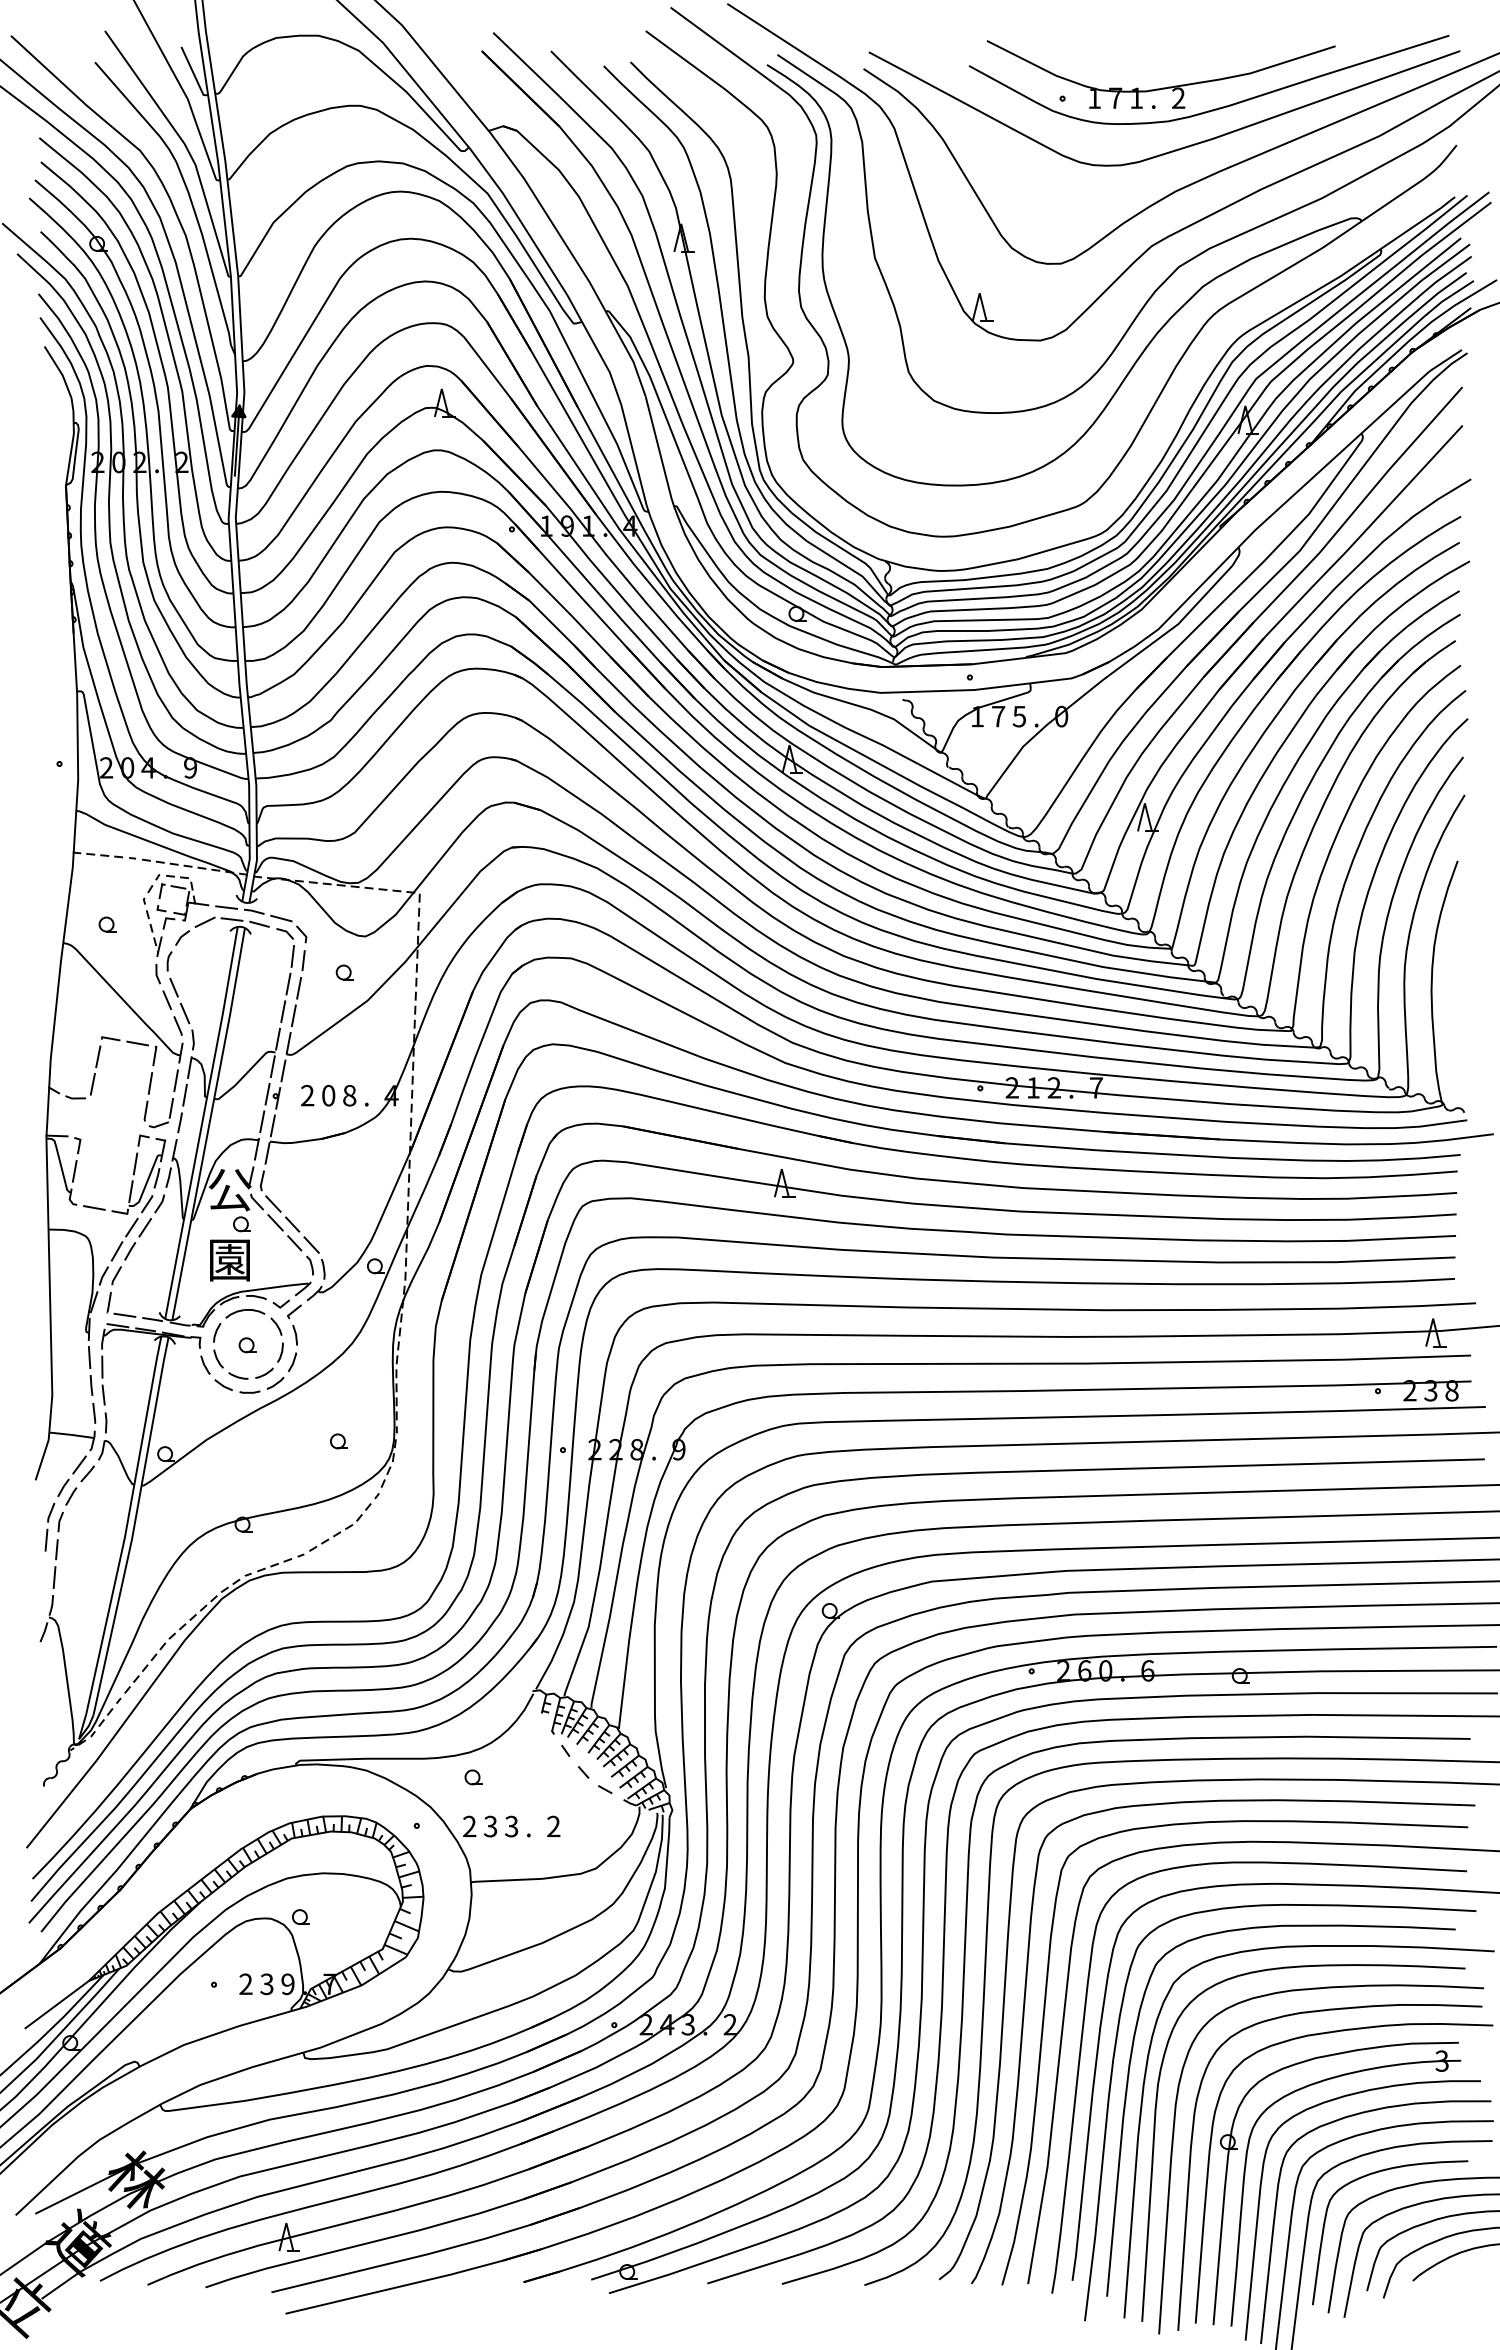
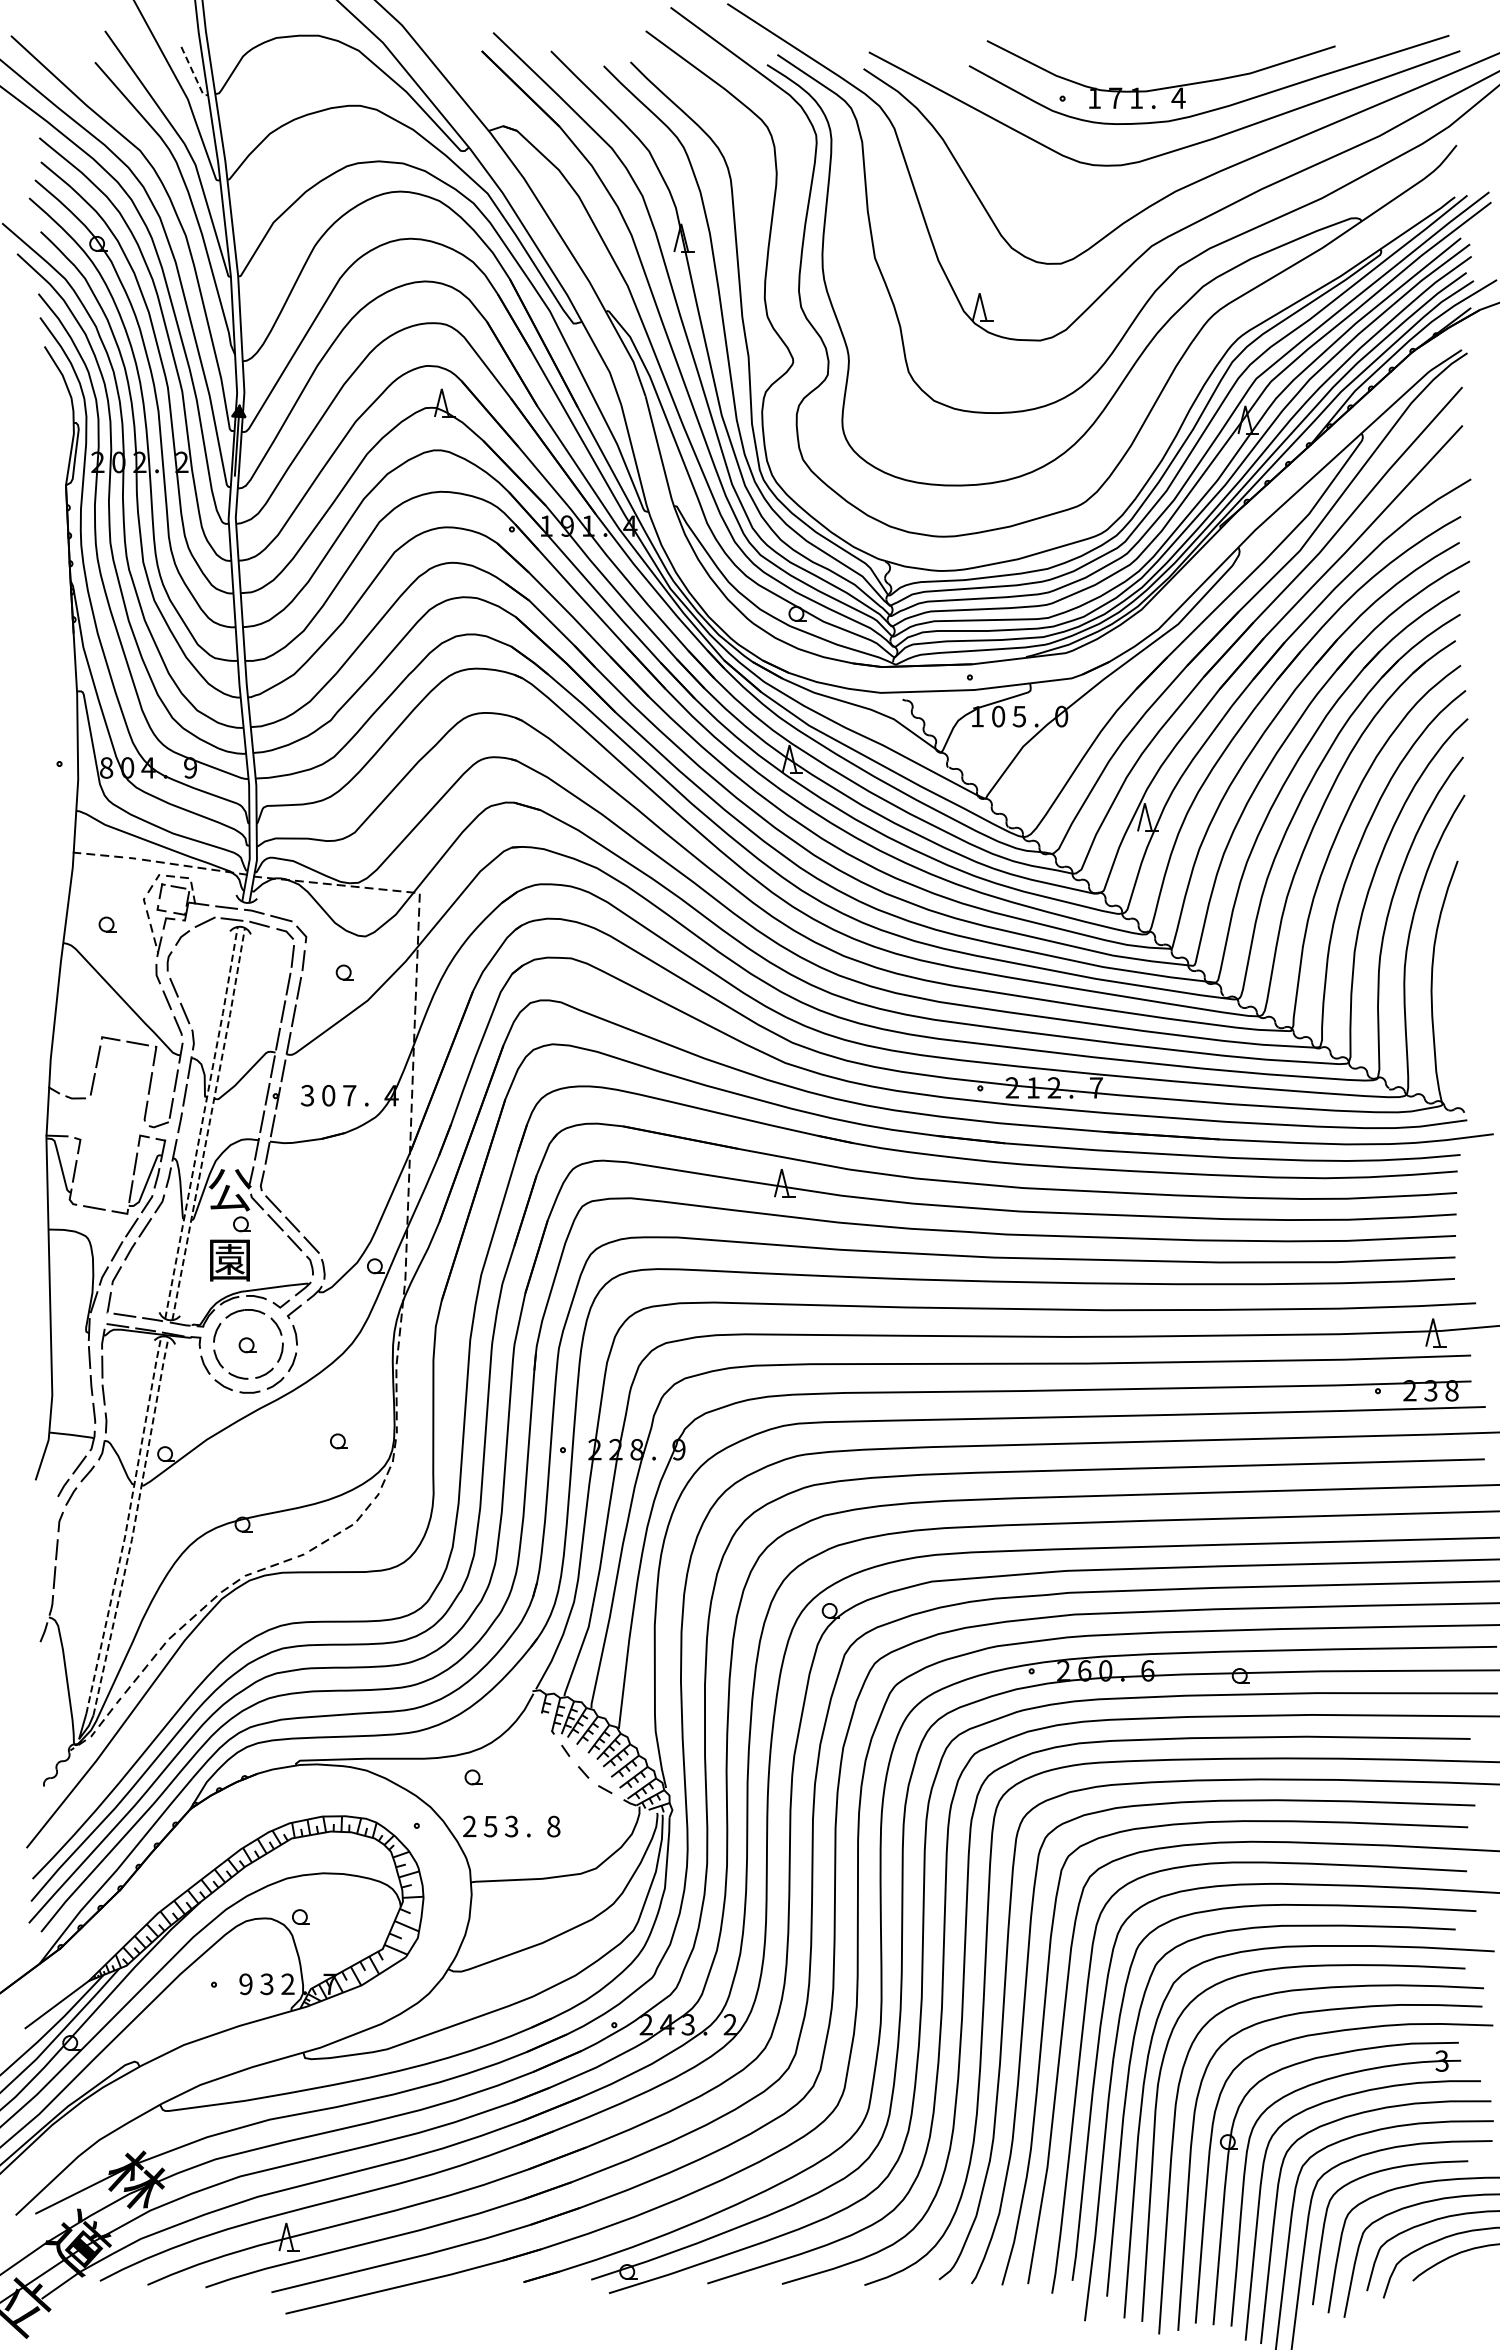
line at (194, 74): solid -> dashed
text at (1178, 97): 2 -> 4
text at (998, 716): 7 -> 0
text at (106, 767): 2 -> 8
text at (307, 1095): 2 -> 3
text at (349, 1095): 8 -> 7
line at (202, 1122): solid -> dashed
line at (209, 1123): solid -> dashed
line at (127, 1525): solid -> dashed
part at (49, 1526): present -> none
line at (134, 1526): solid -> dashed
text at (490, 1825): 3 -> 5
text at (553, 1826): 2 -> 8
text at (245, 1984): 2 -> 9
text at (287, 1984): 9 -> 2
